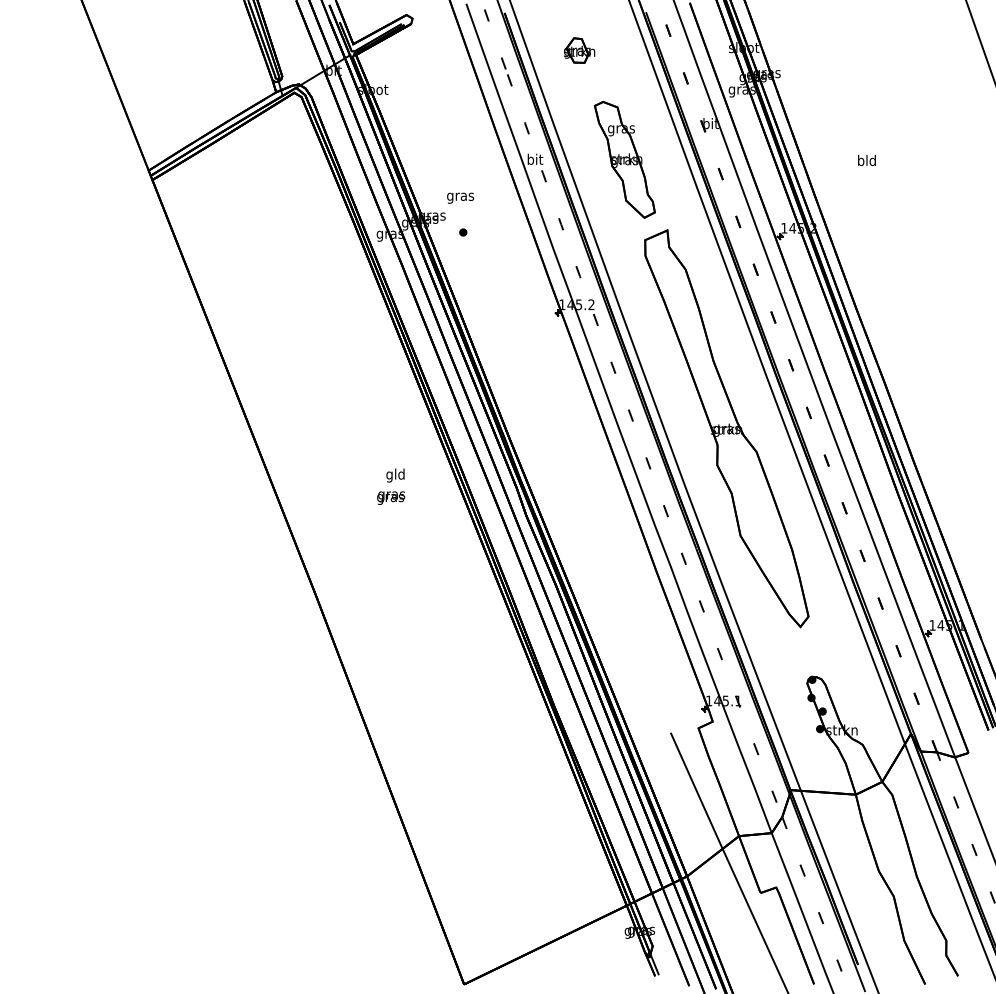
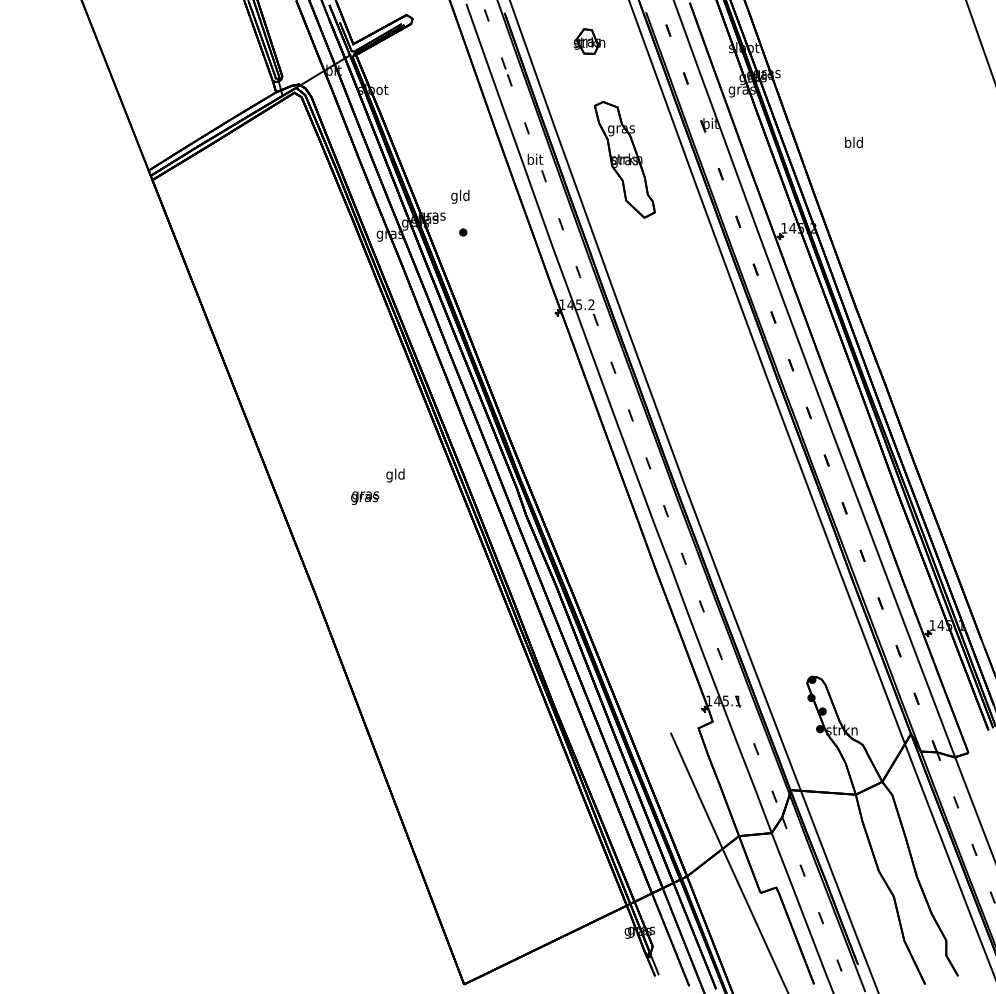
part at (579, 50) position: (579, 50) -> (589, 41)
text at (866, 159) position: (866, 159) -> (853, 141)
text at (460, 196): gras -> gld
part at (726, 428): present -> none
text at (391, 497) position: (391, 497) -> (365, 497)
